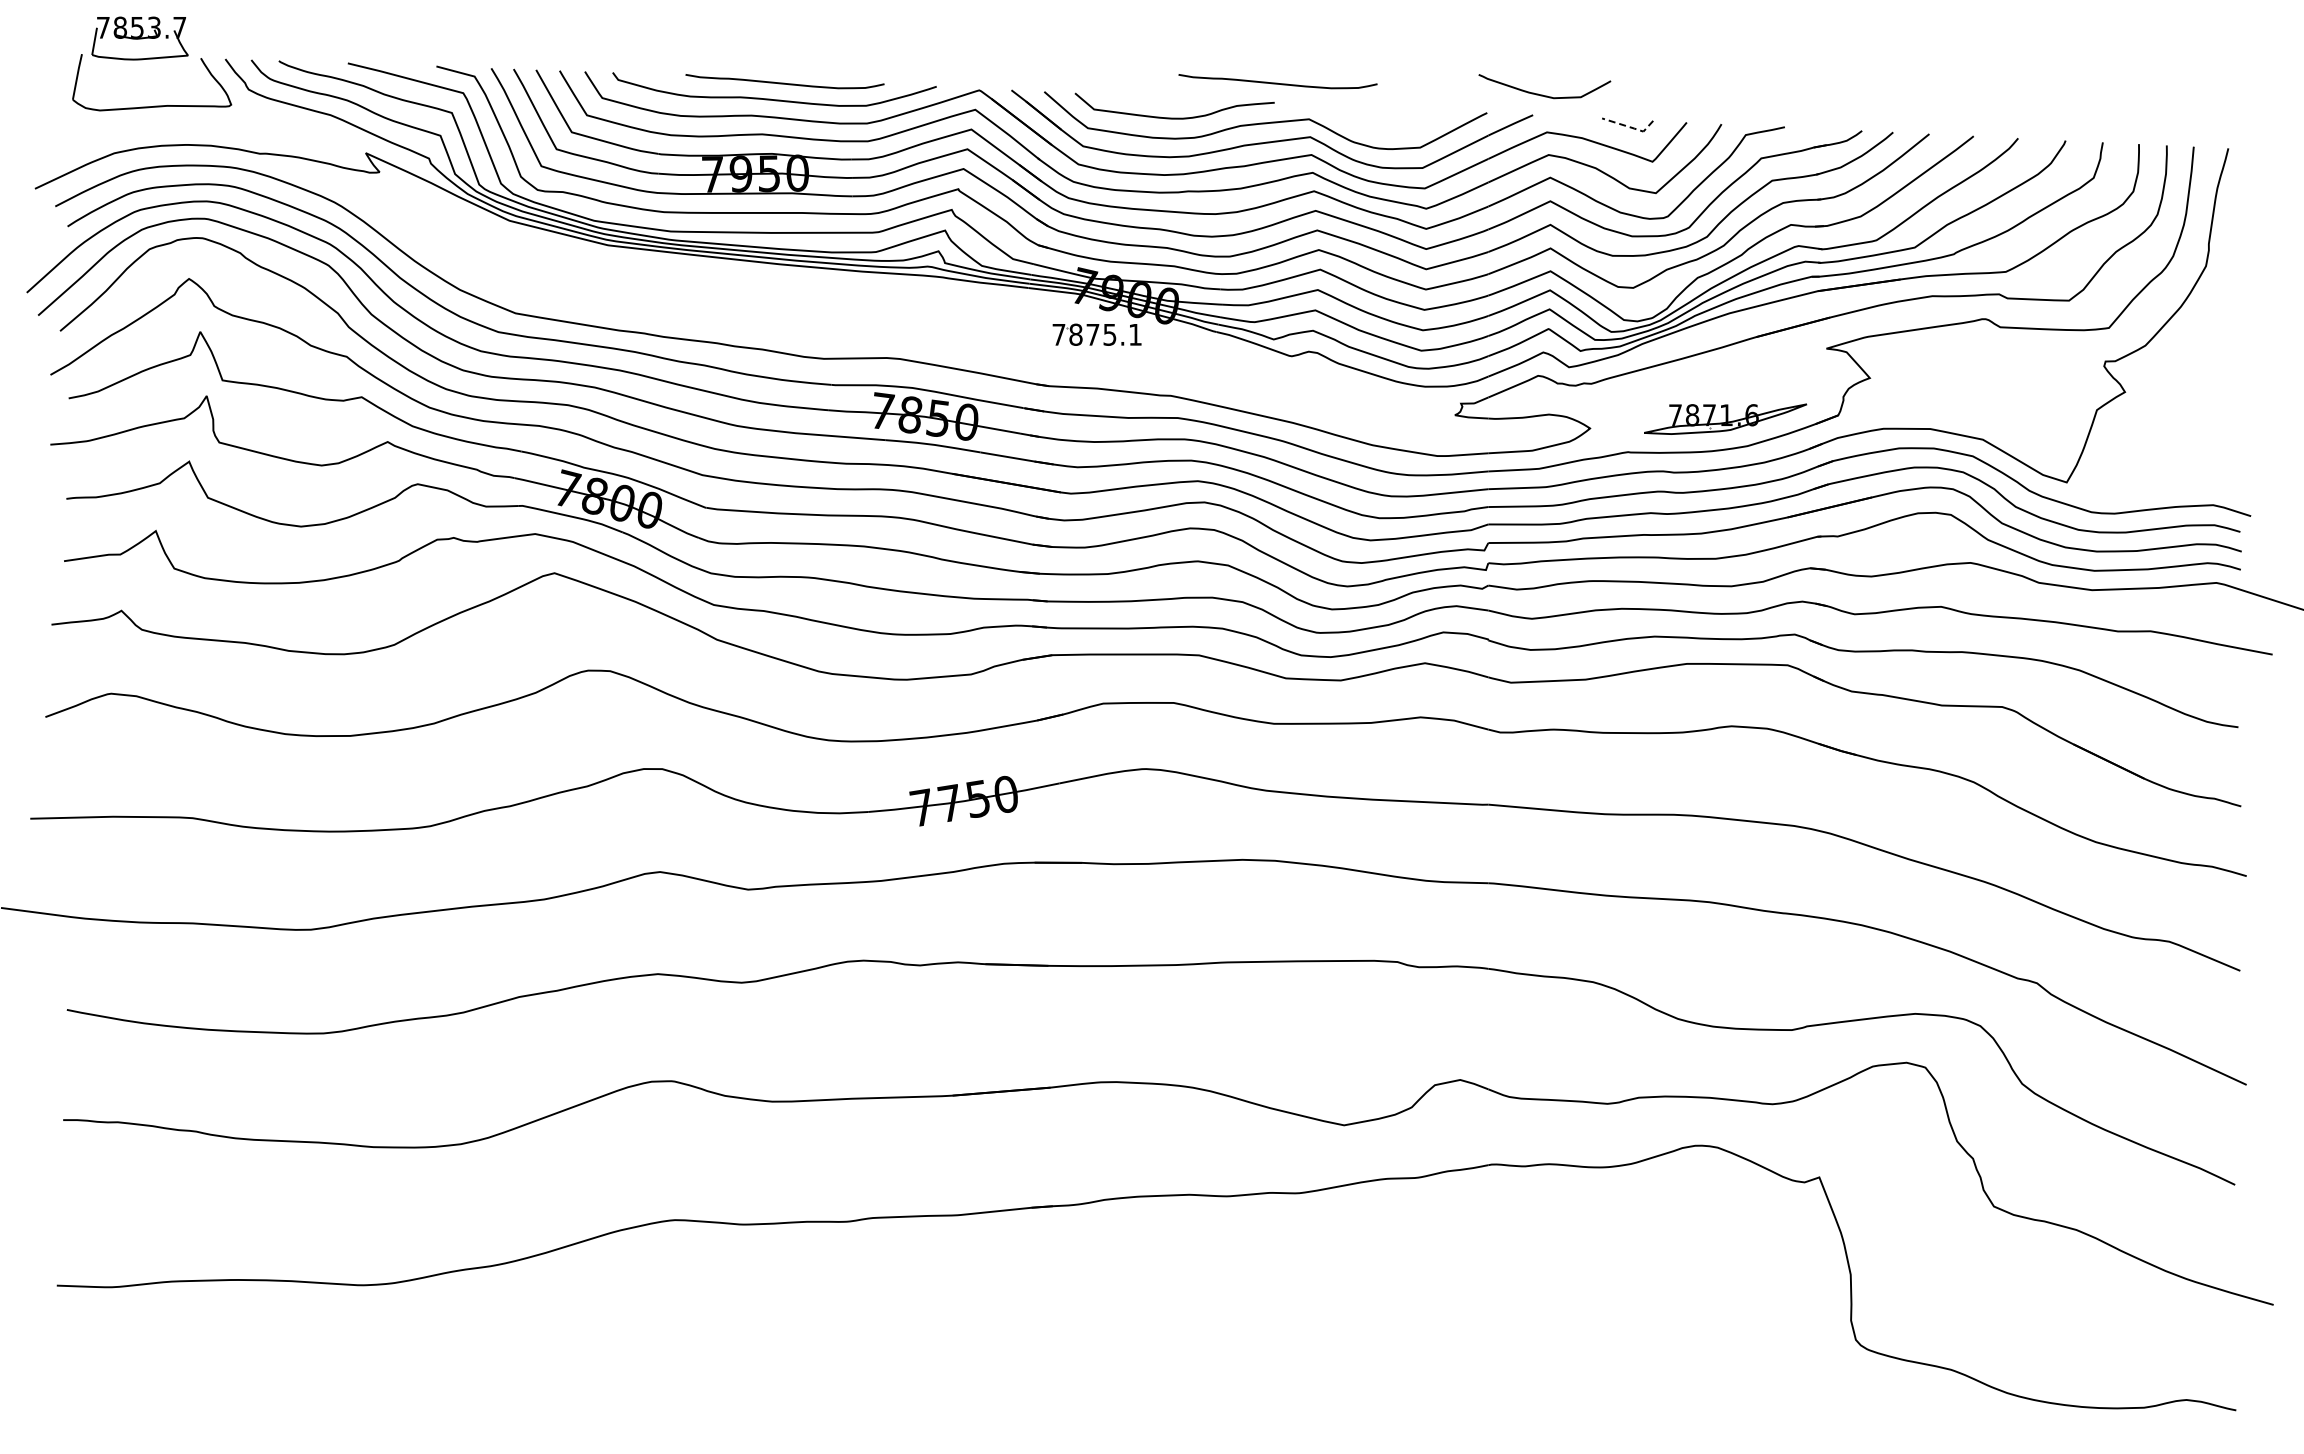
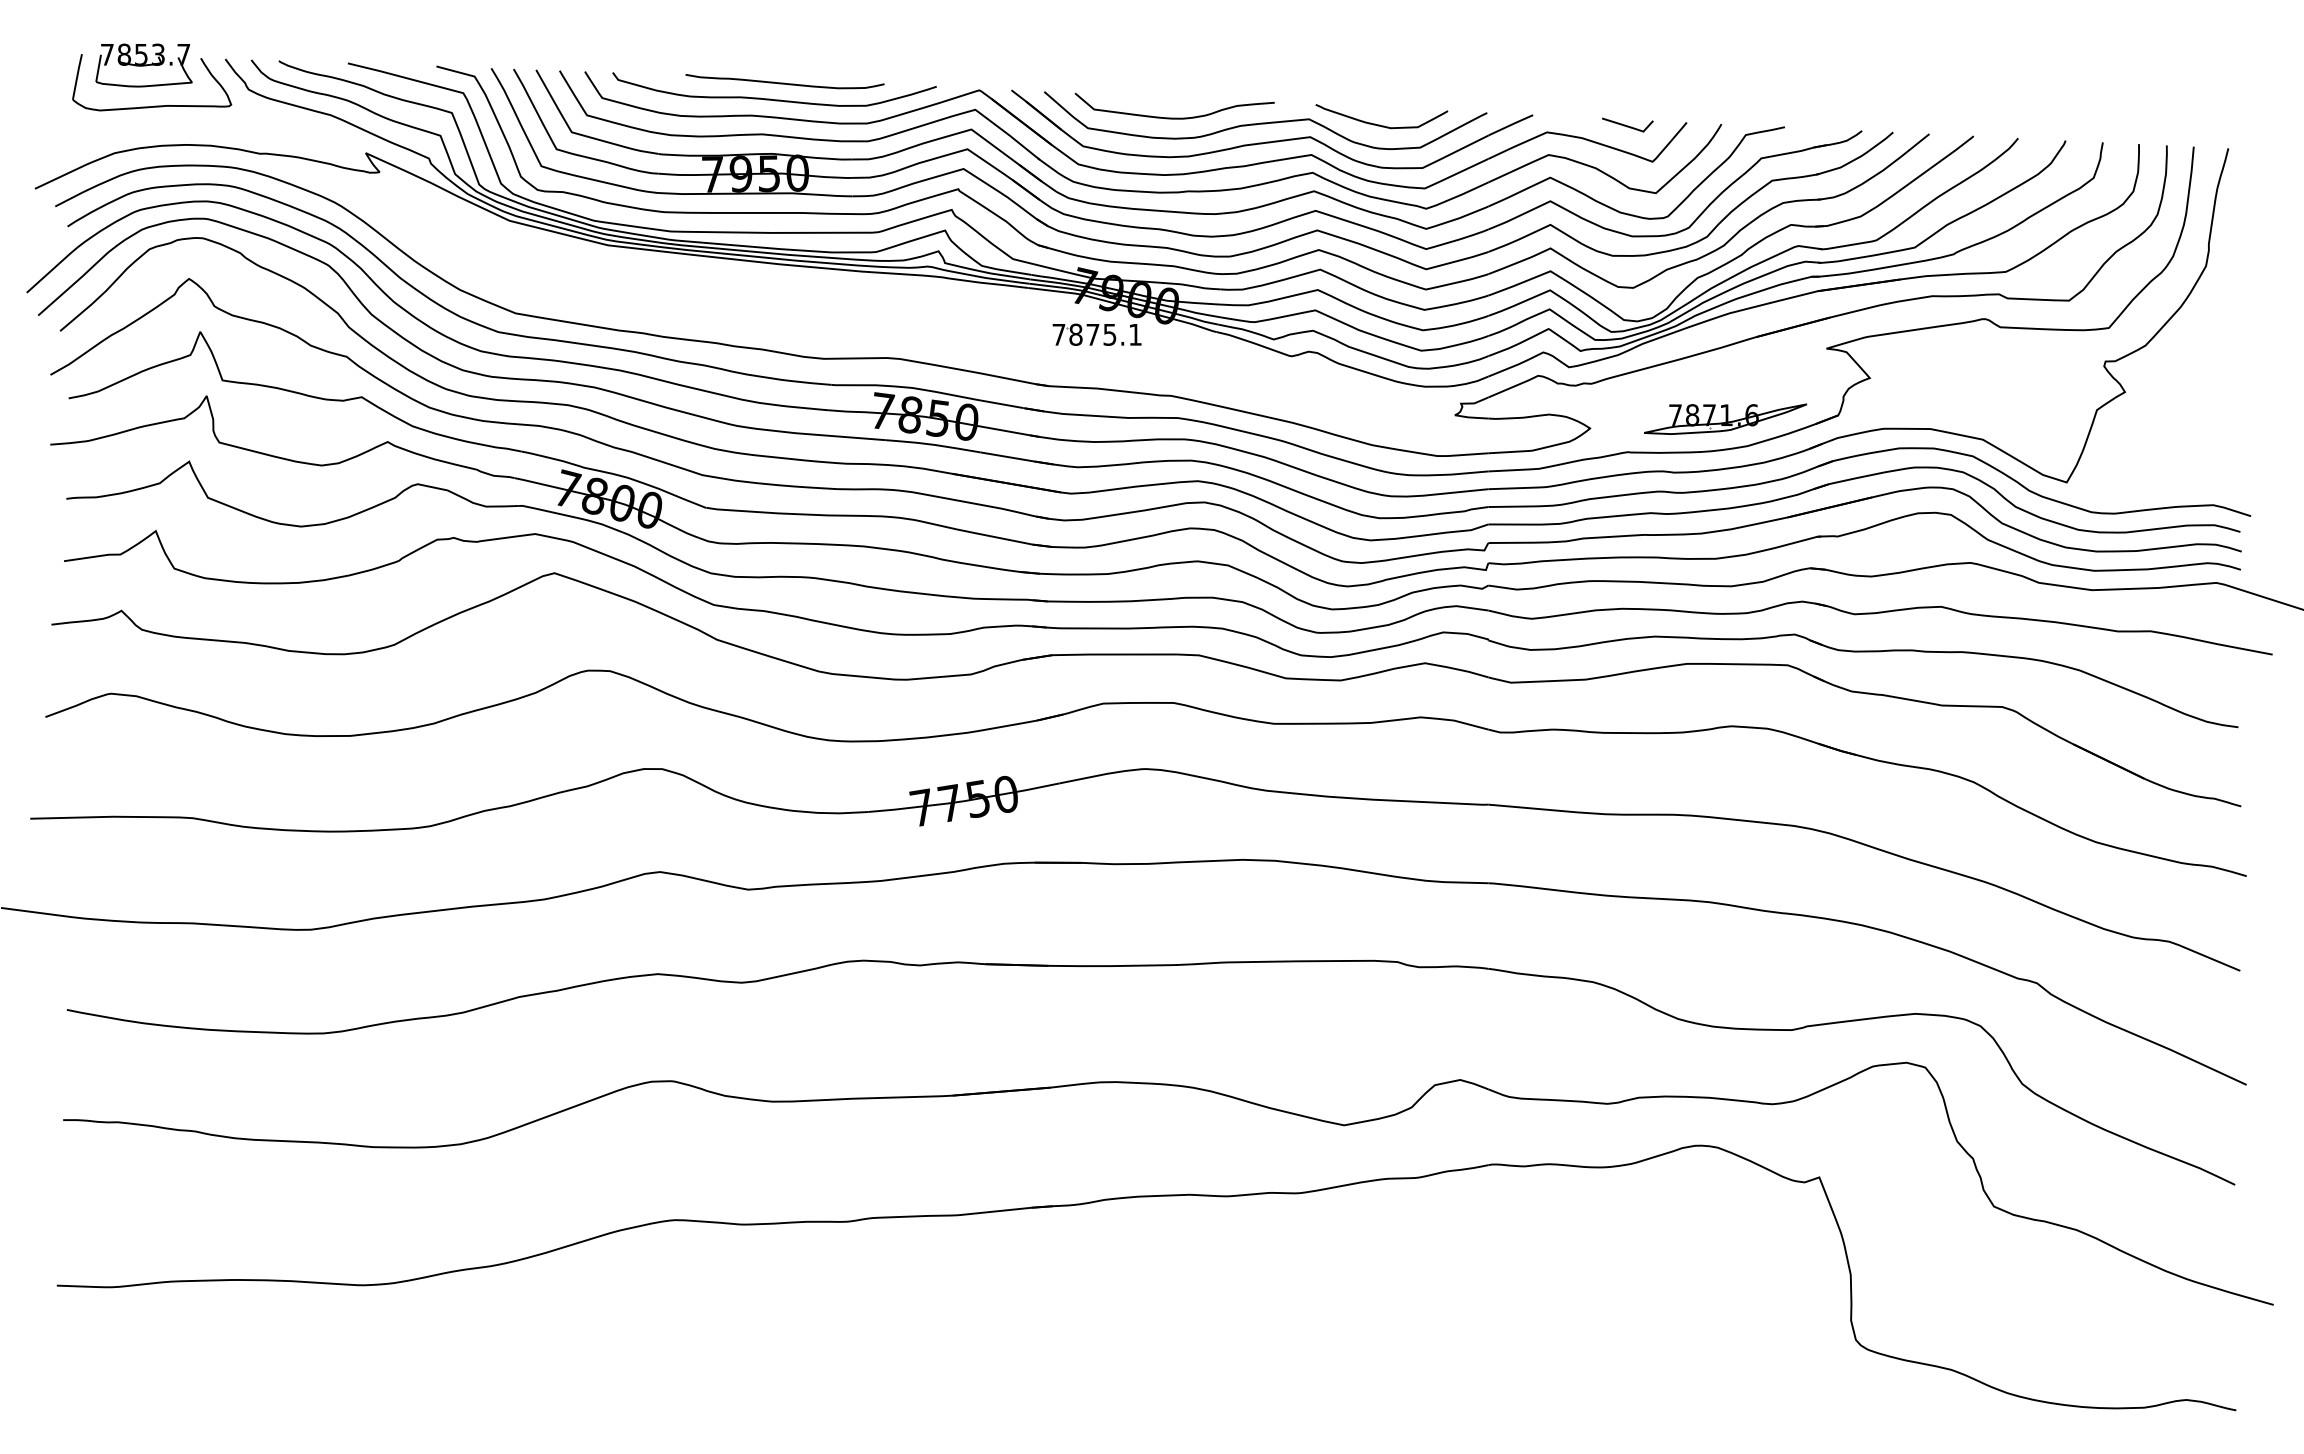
part at (139, 38) position: (139, 38) -> (143, 65)
curve at (1277, 82): present -> none
curve at (1542, 94) position: (1542, 94) -> (1379, 124)
line at (1630, 127): dashed -> solid
